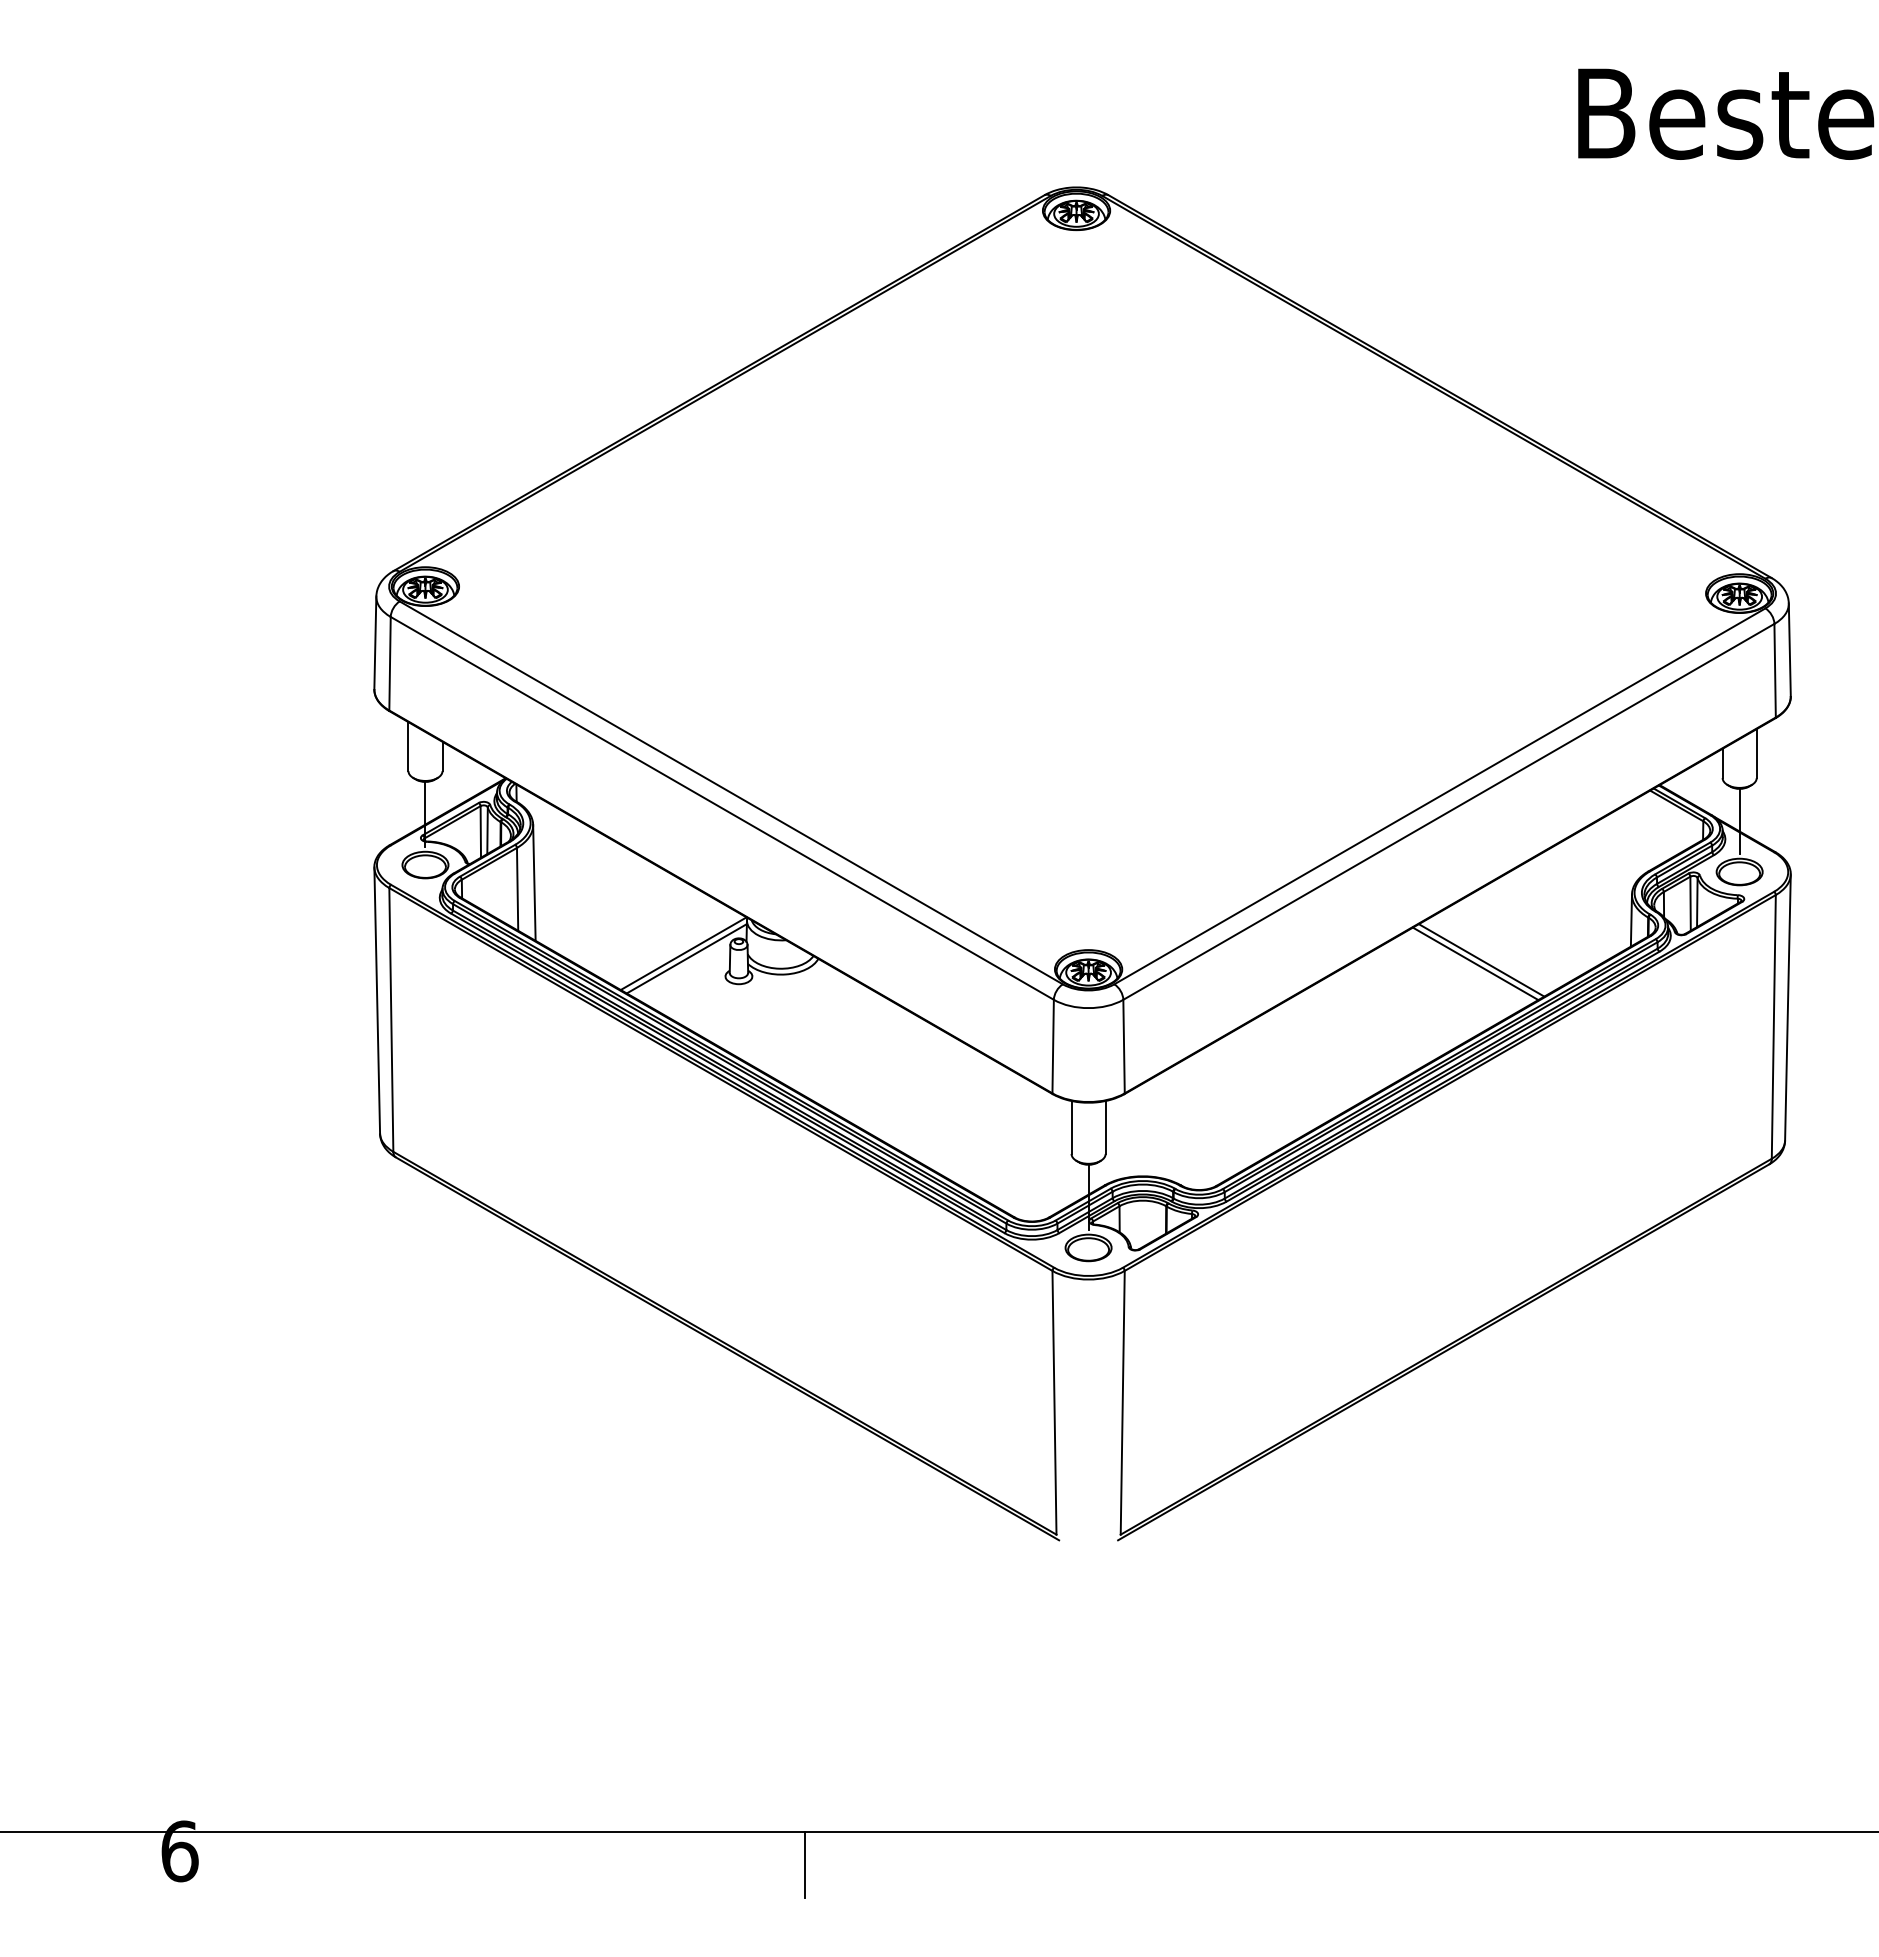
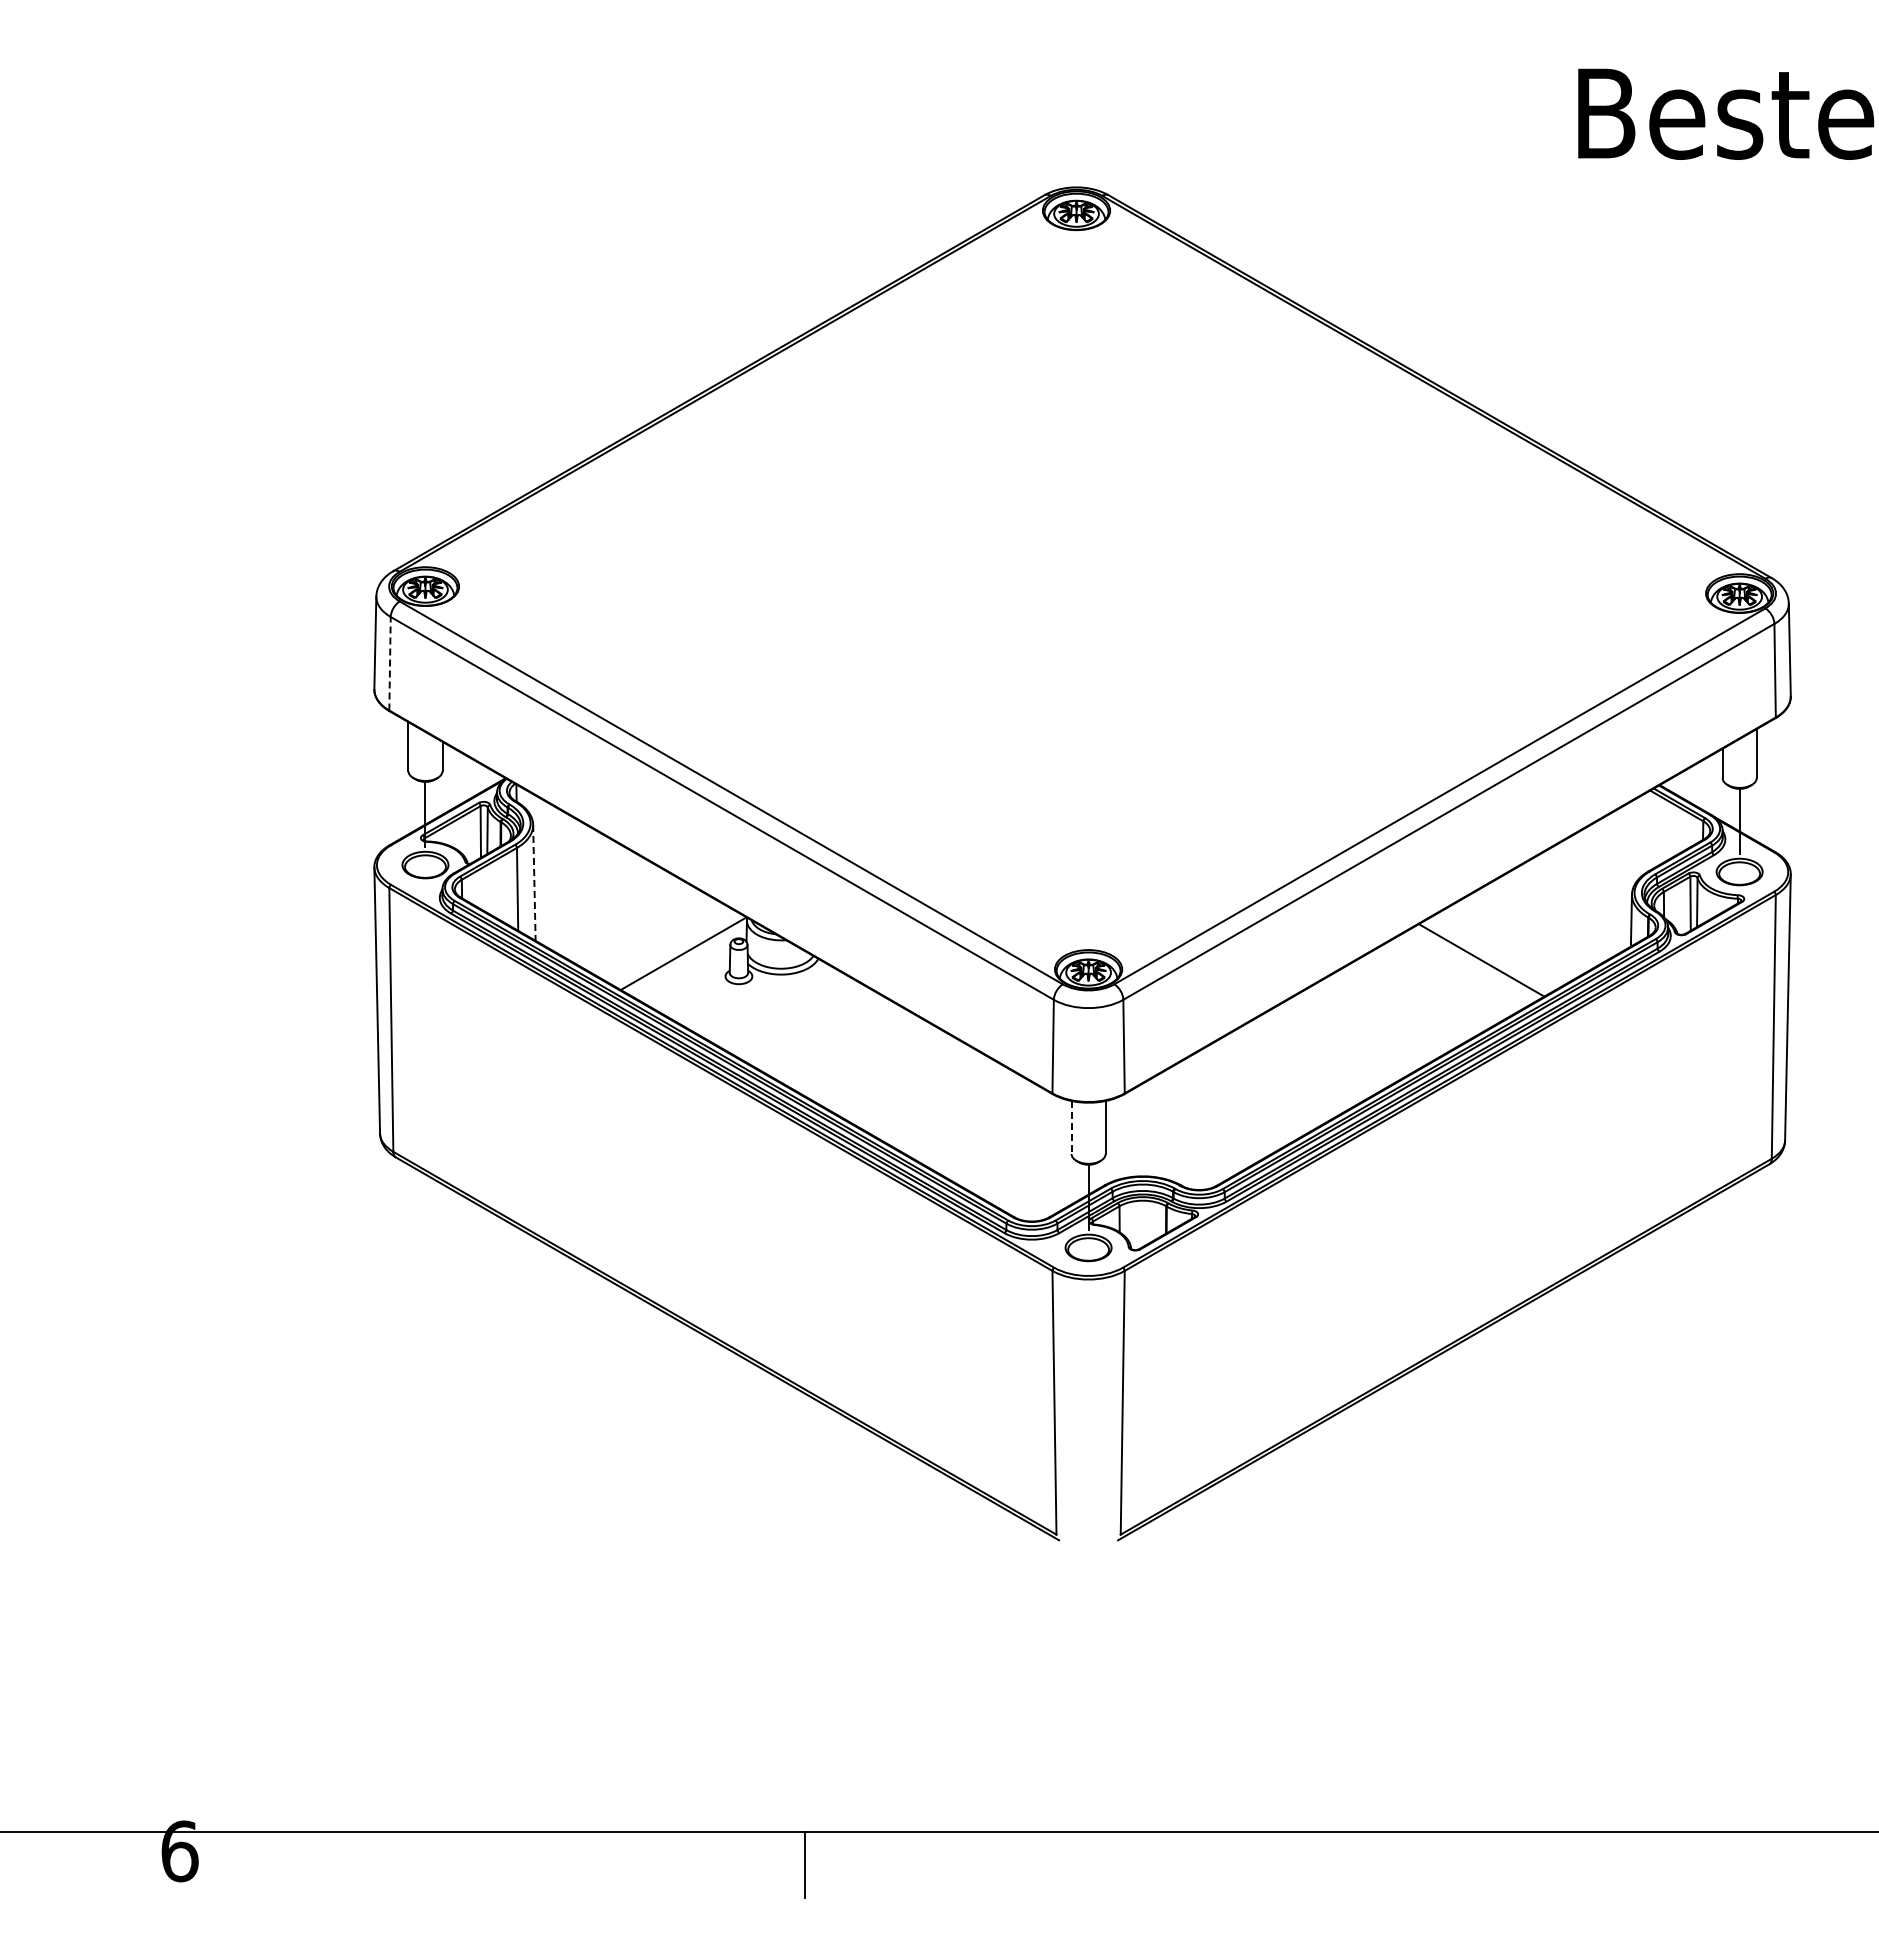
line at (390, 663): solid -> dashed
line at (534, 882): solid -> dashed
line at (686, 958): present -> none
line at (1475, 963): present -> none
line at (1071, 1128): solid -> dashed
